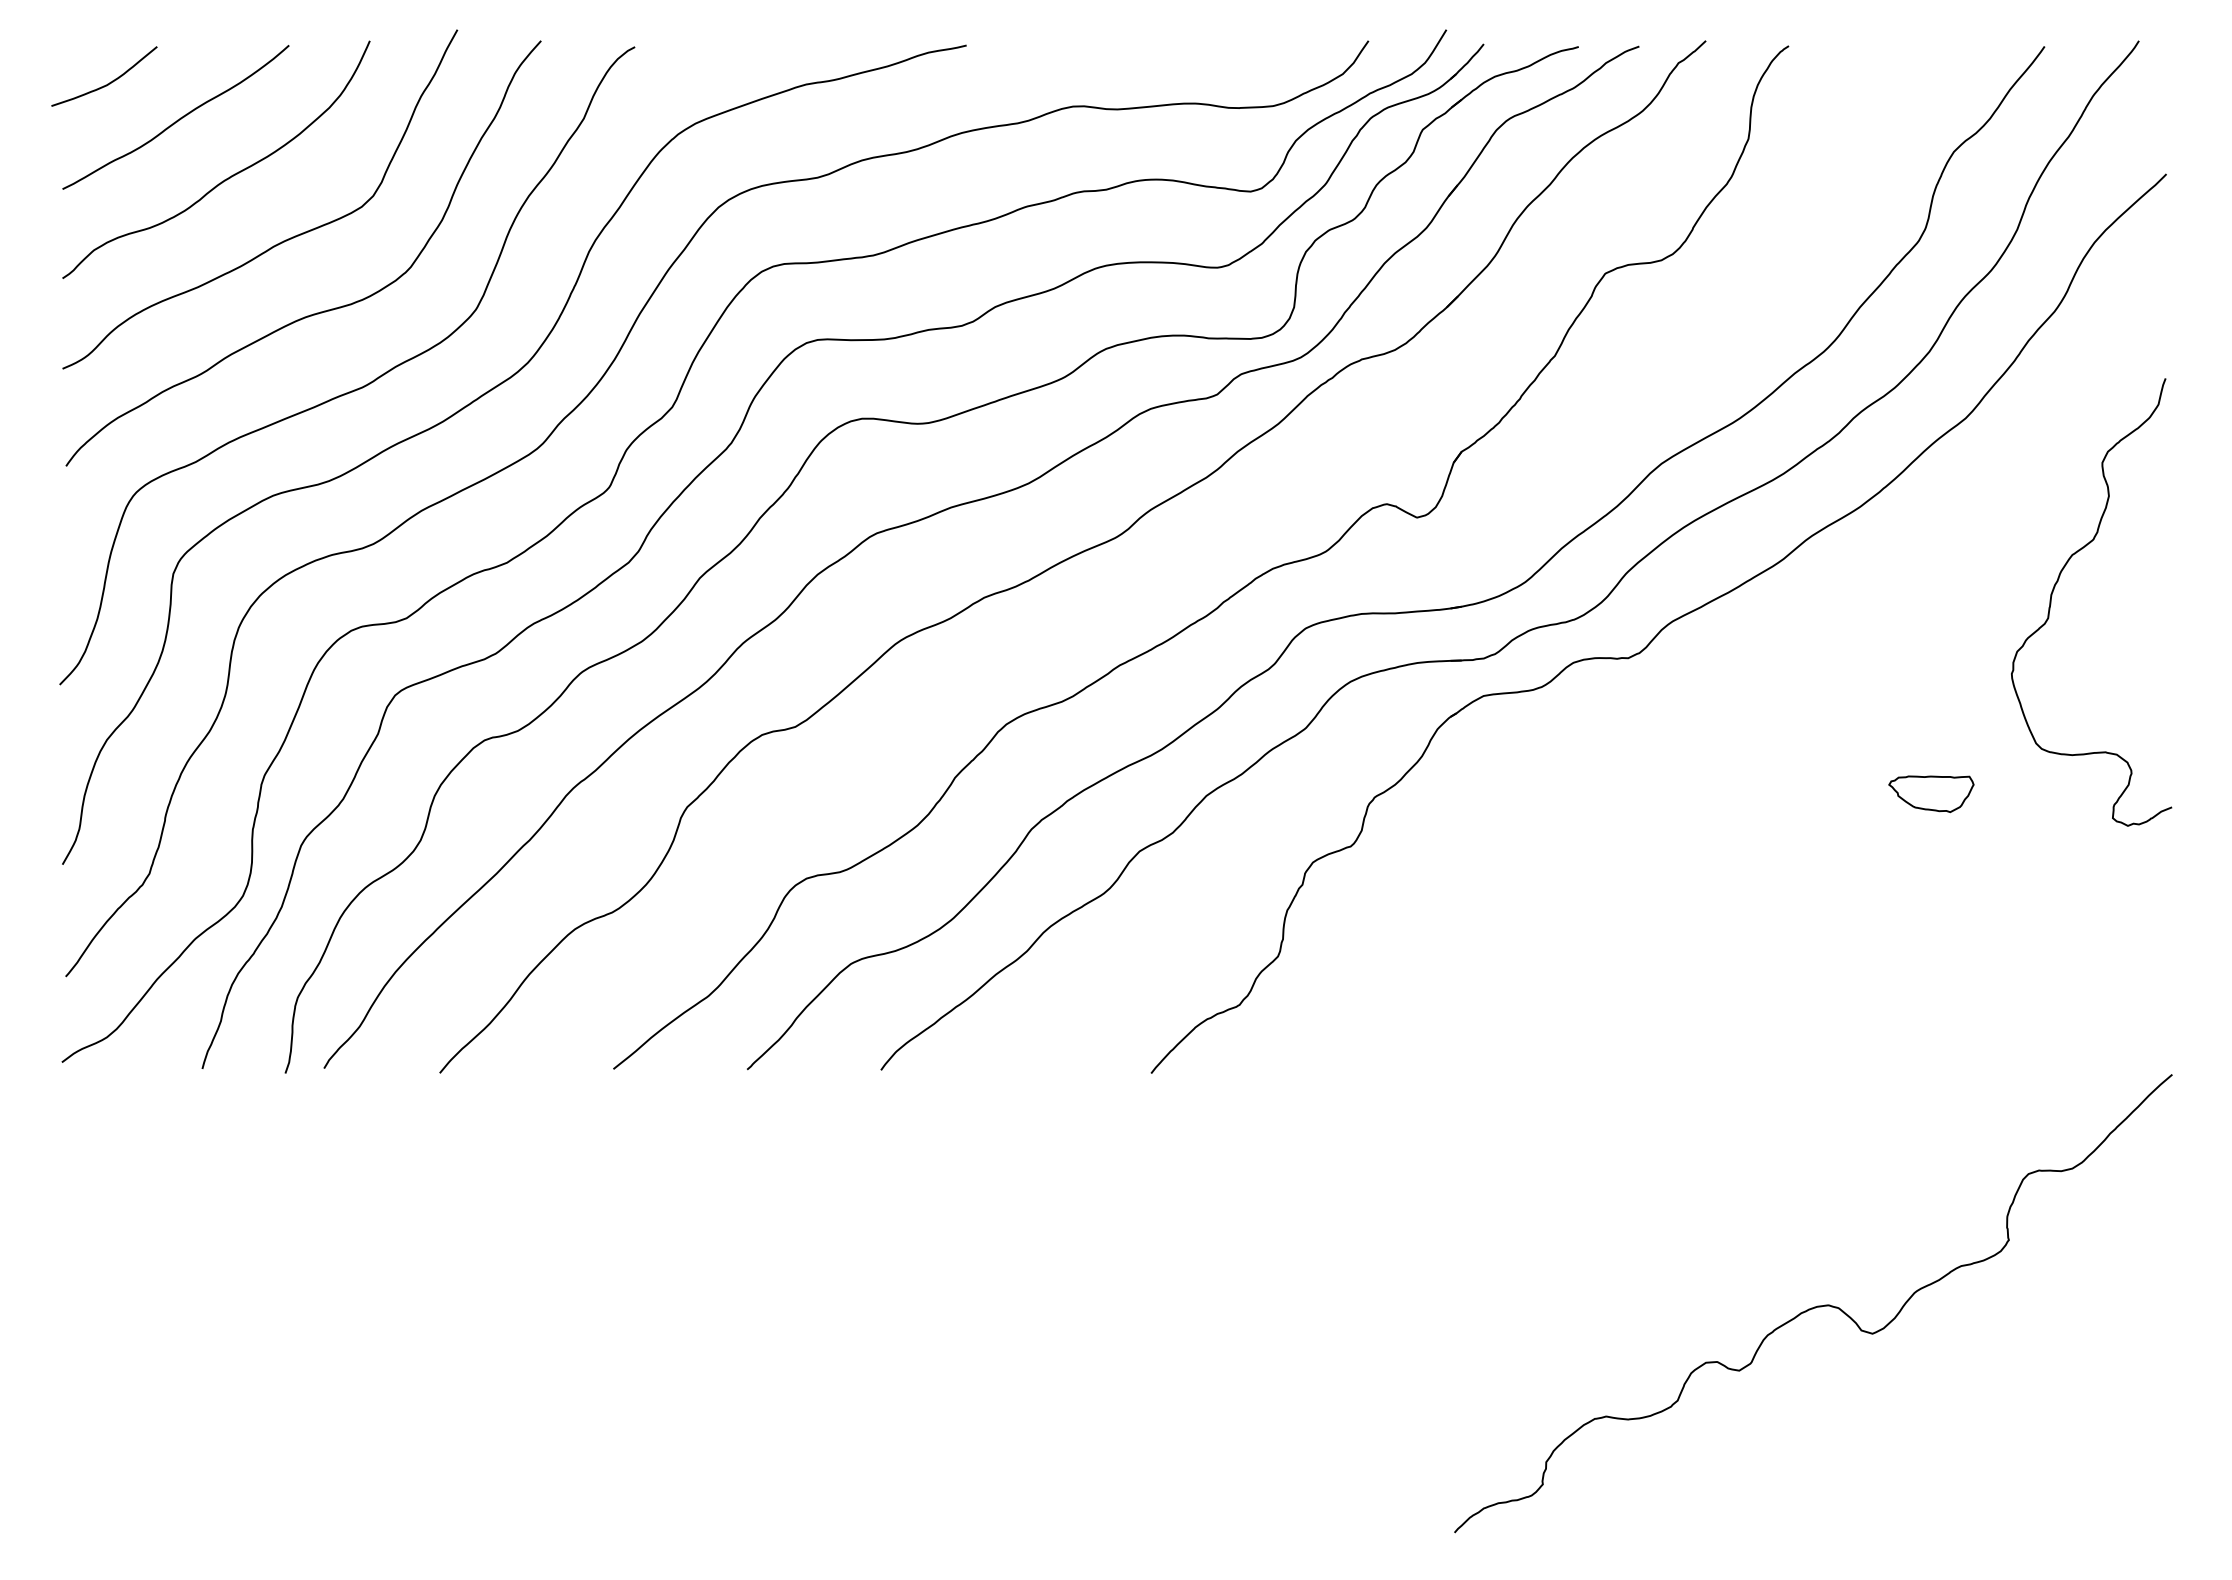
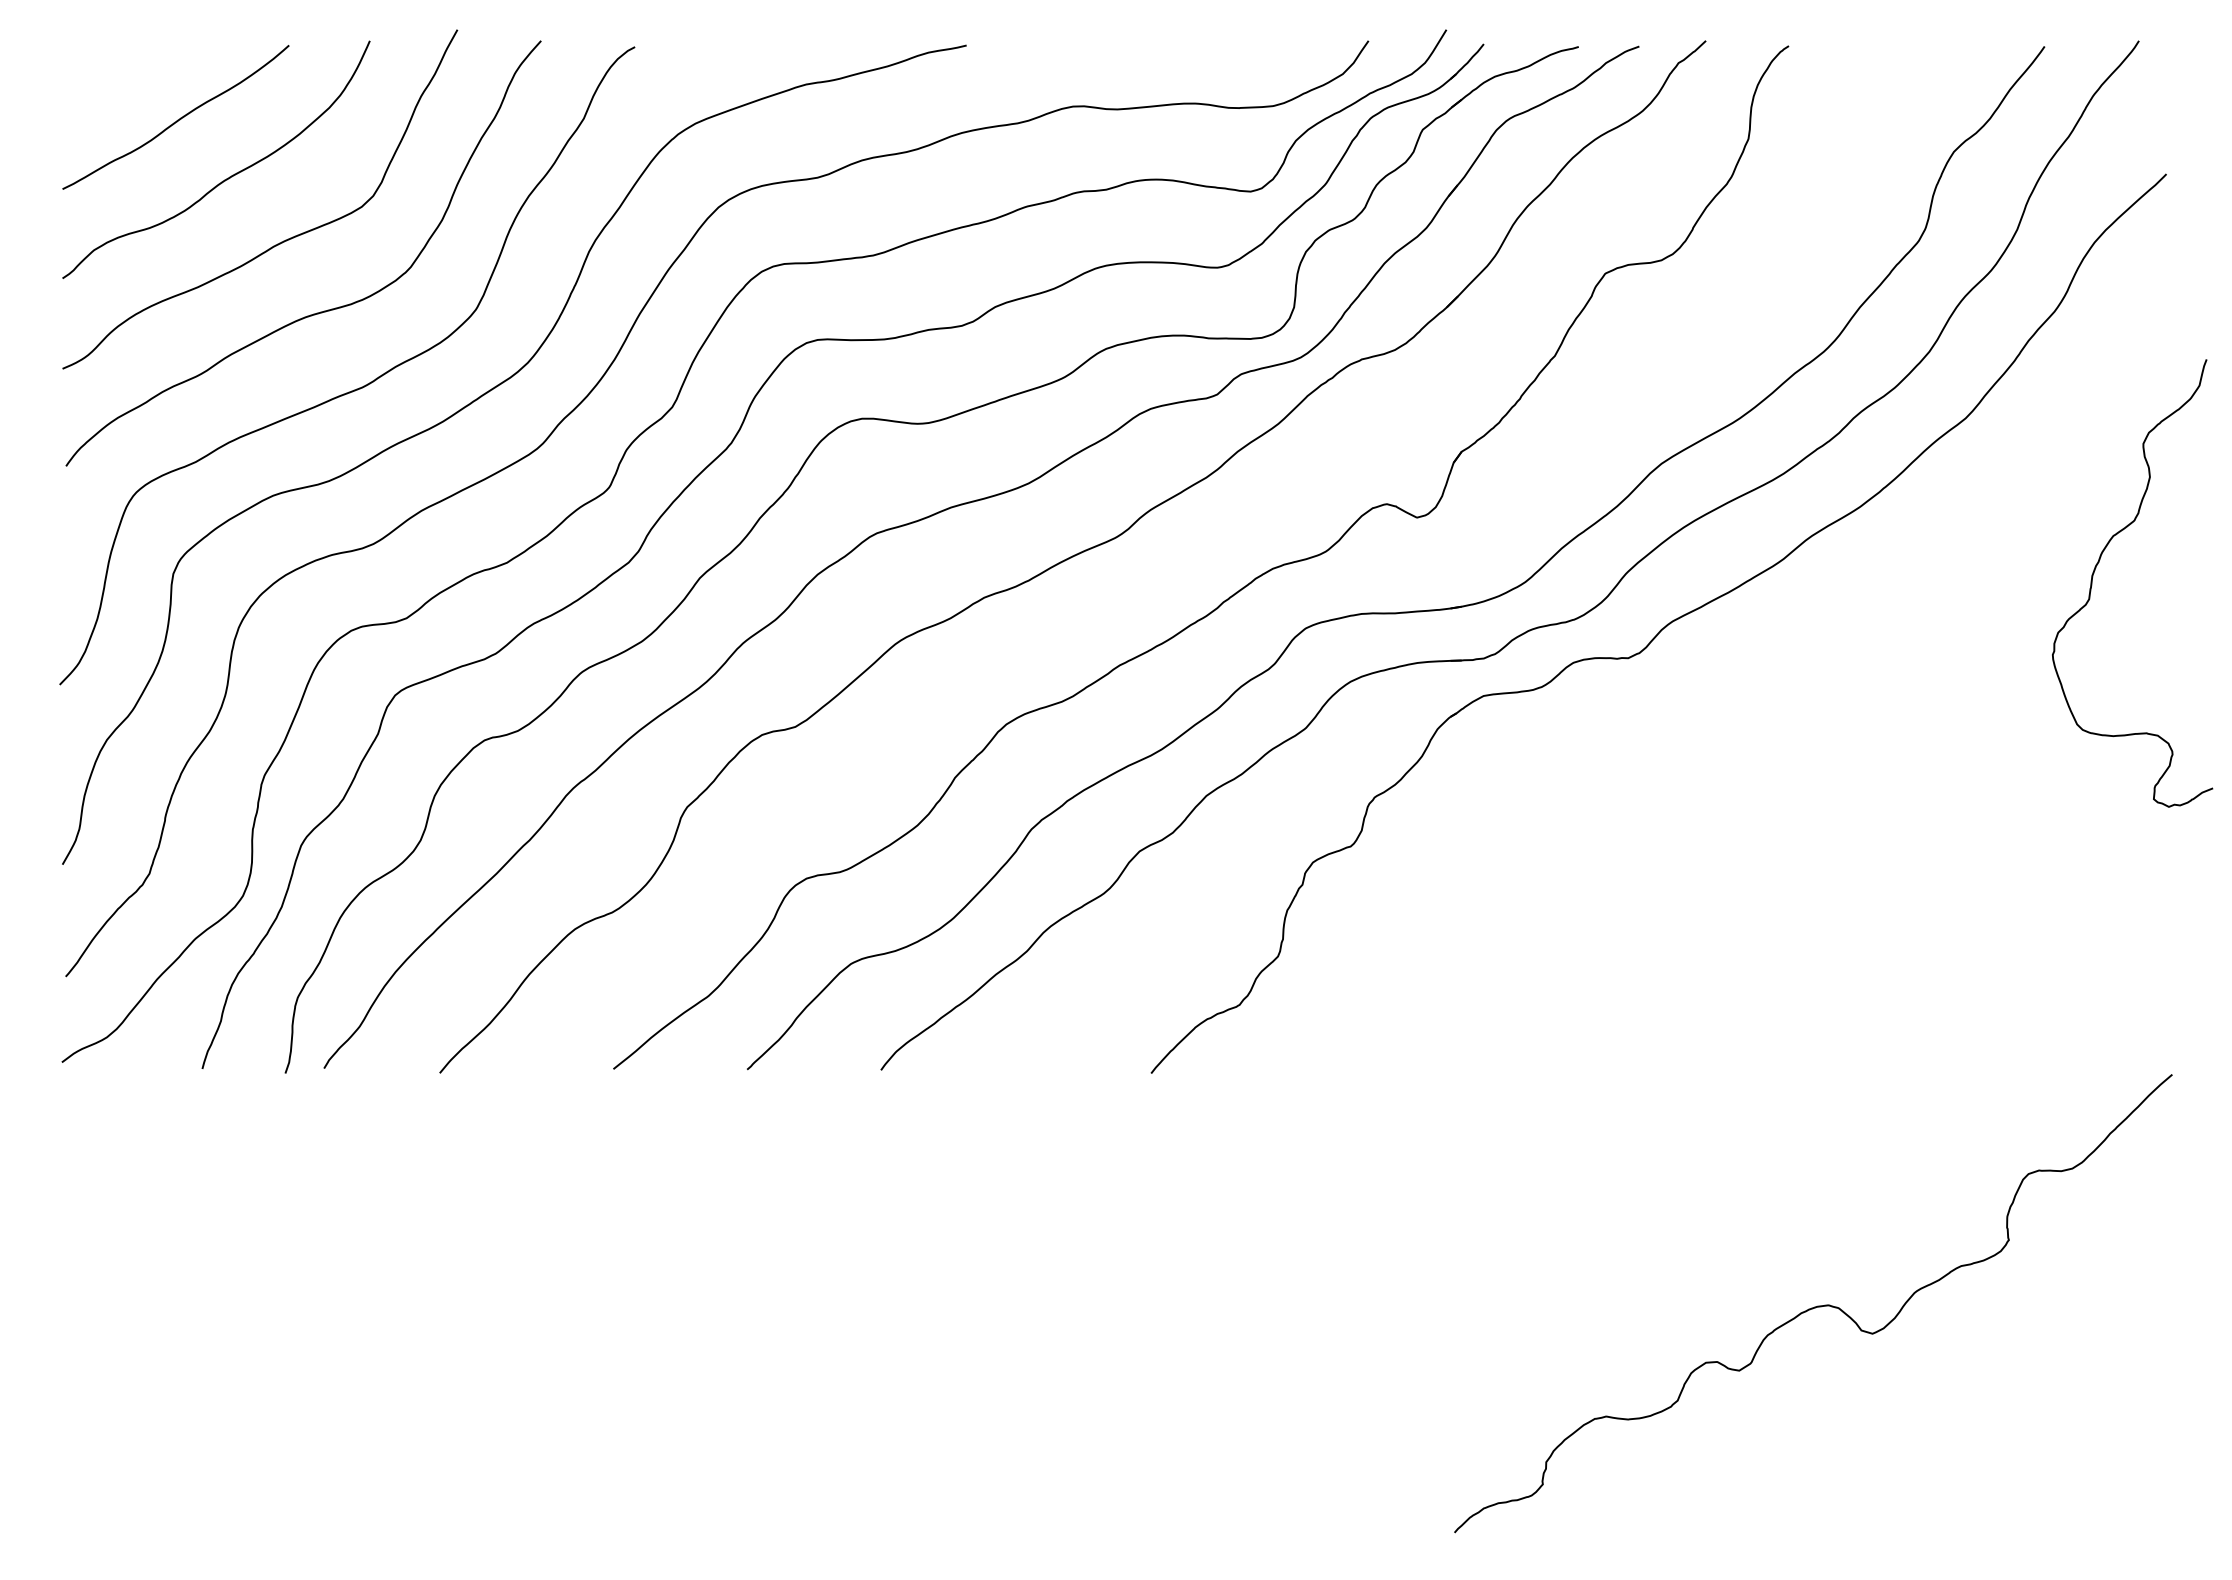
curve at (107, 83): present -> none
curve at (2057, 583) position: (2057, 583) -> (2098, 564)
part at (1931, 794): present -> none
